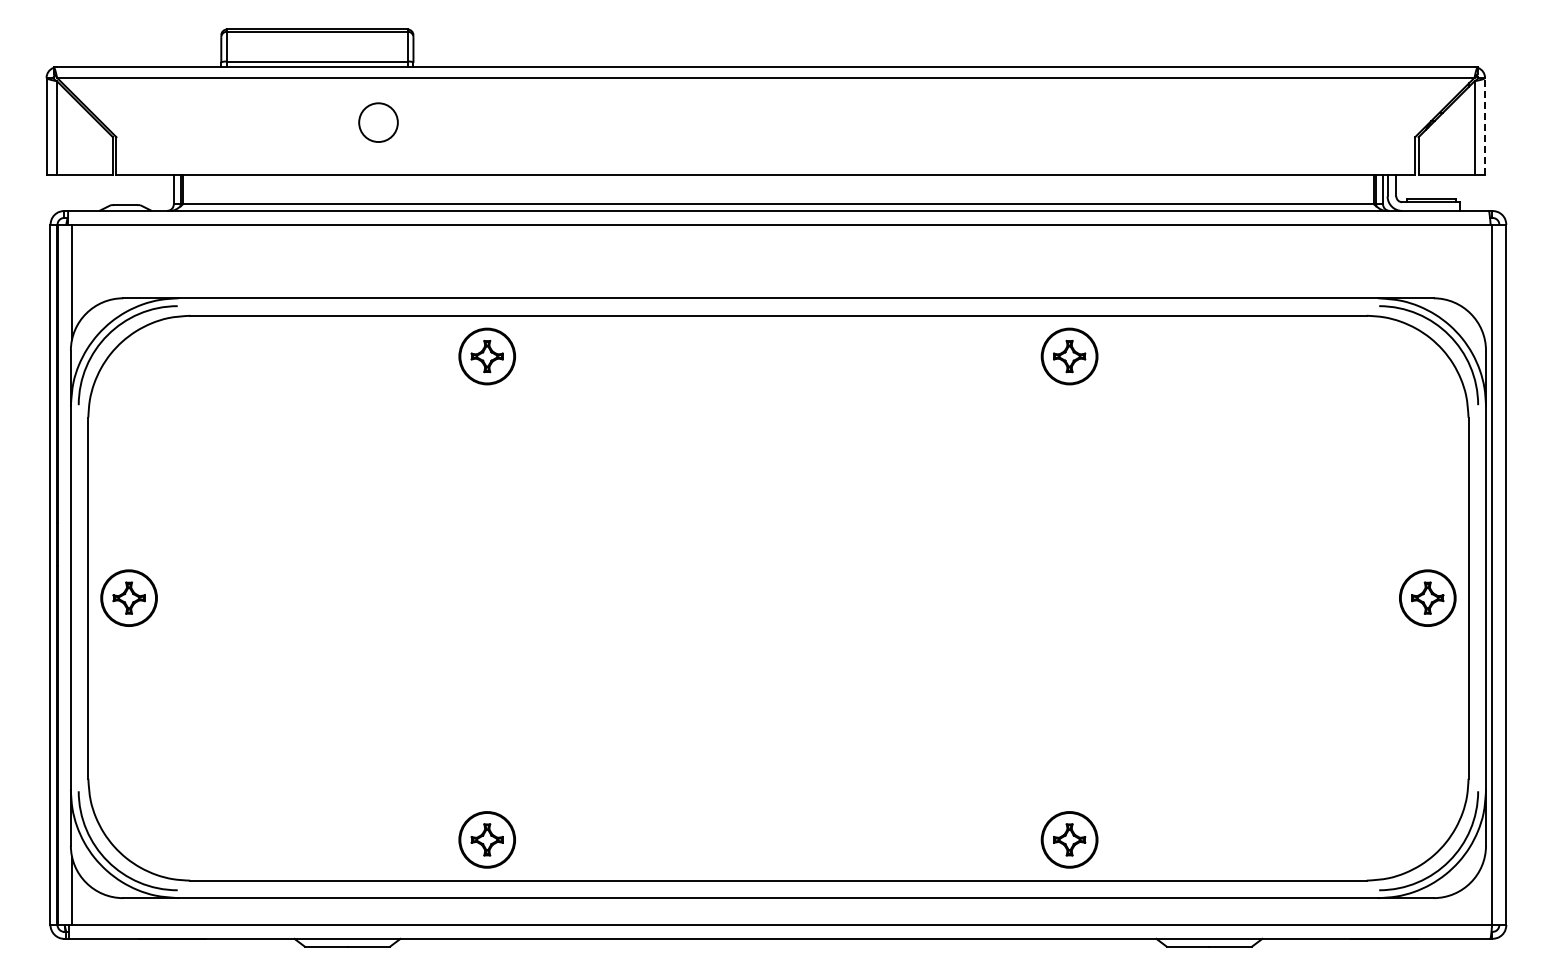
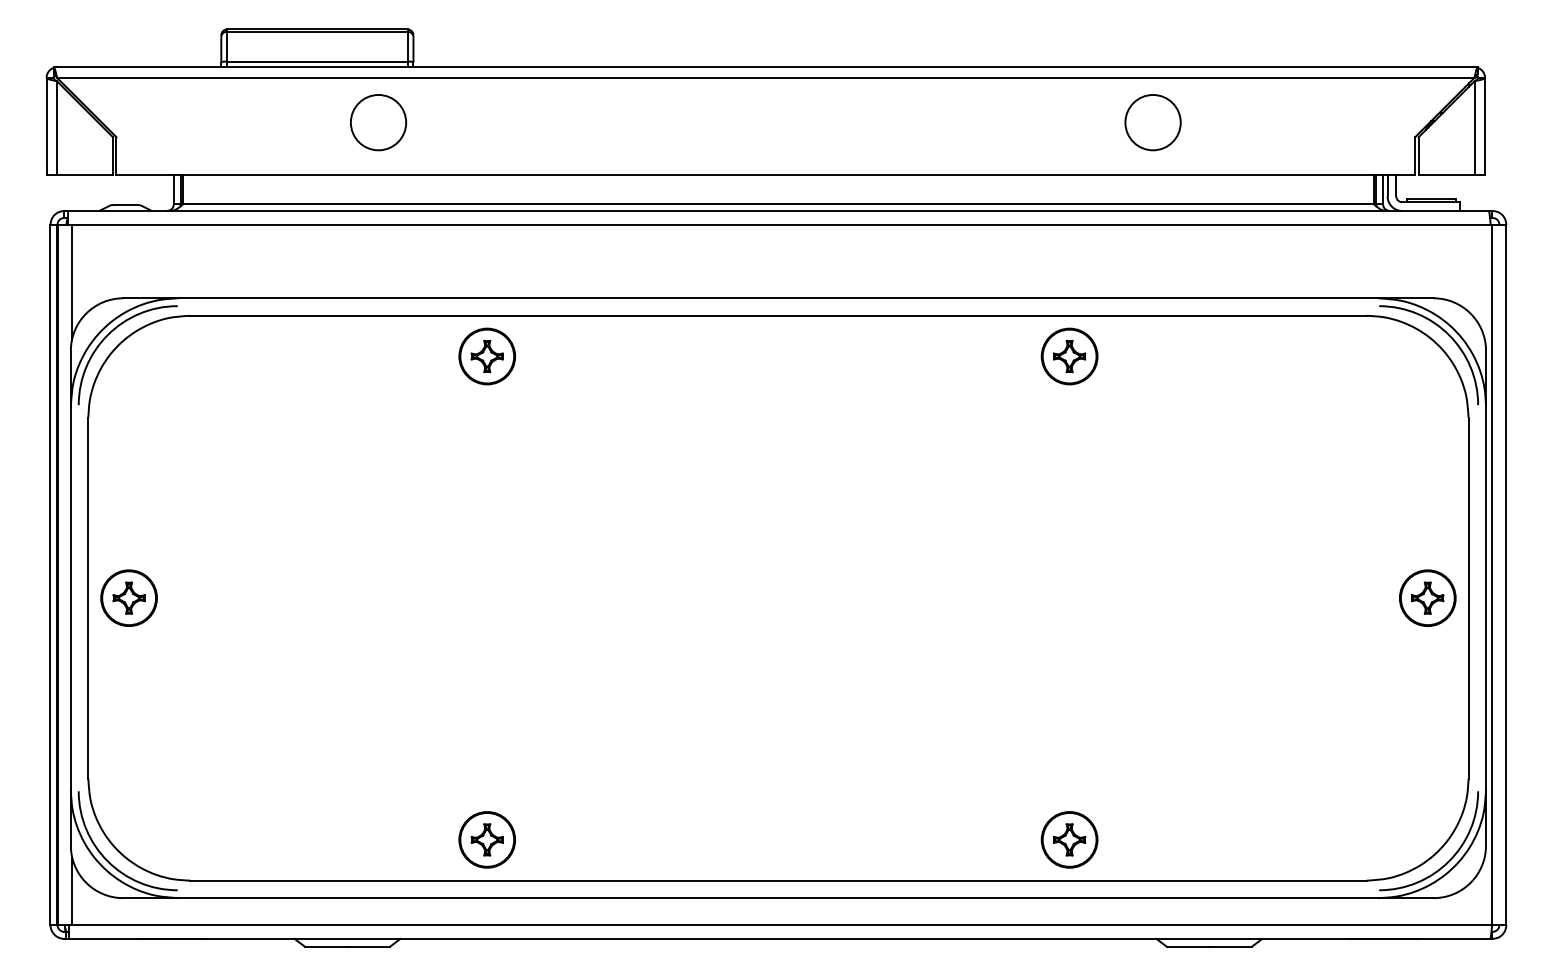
circle at (378, 122) diameter: 39 px -> 55 px
circle at (1152, 122): none -> present
line at (1485, 126): dashed -> solid
